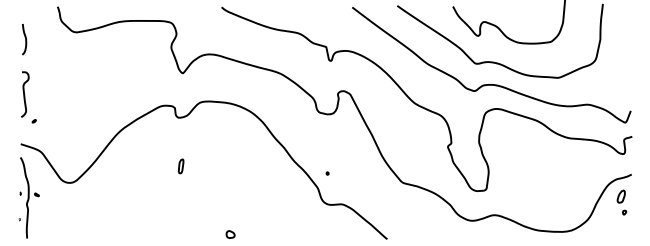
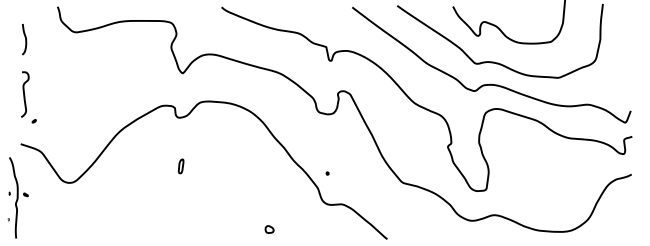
part at (28, 197) position: (28, 197) -> (17, 197)
part at (621, 202): present -> none
part at (230, 234) position: (230, 234) -> (269, 229)
